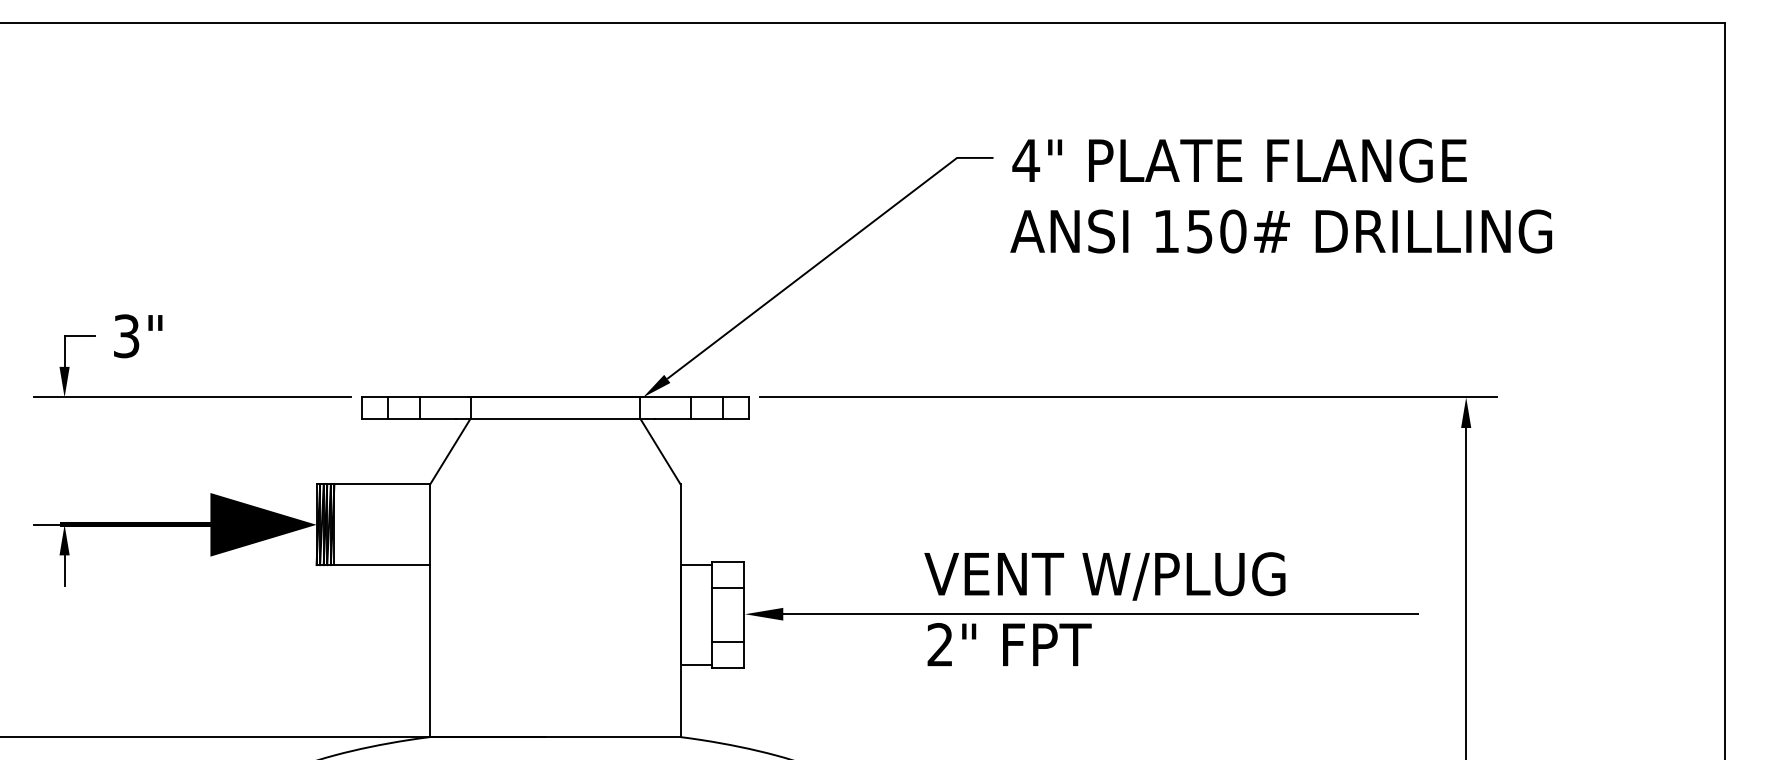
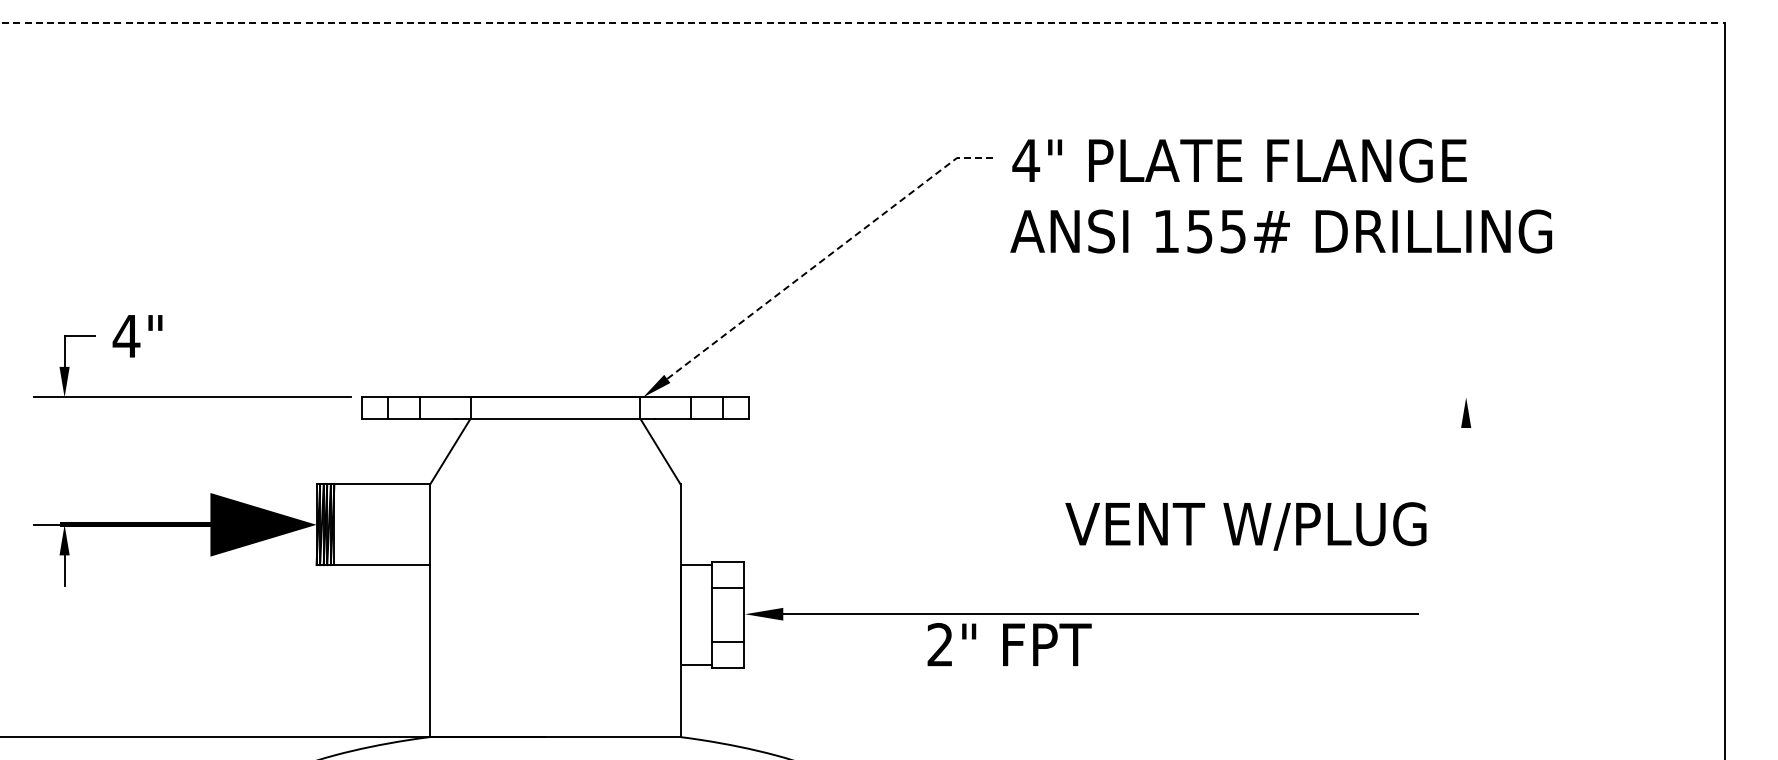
line at (862, 22): solid -> dashed
text at (1233, 231): 150# -> 155#
line at (827, 256): solid -> dashed
text at (126, 336): 3" -> 4"
line at (1127, 397): present -> none
text at (1104, 576) position: (1104, 576) -> (1245, 526)
line at (1466, 592): present -> none
